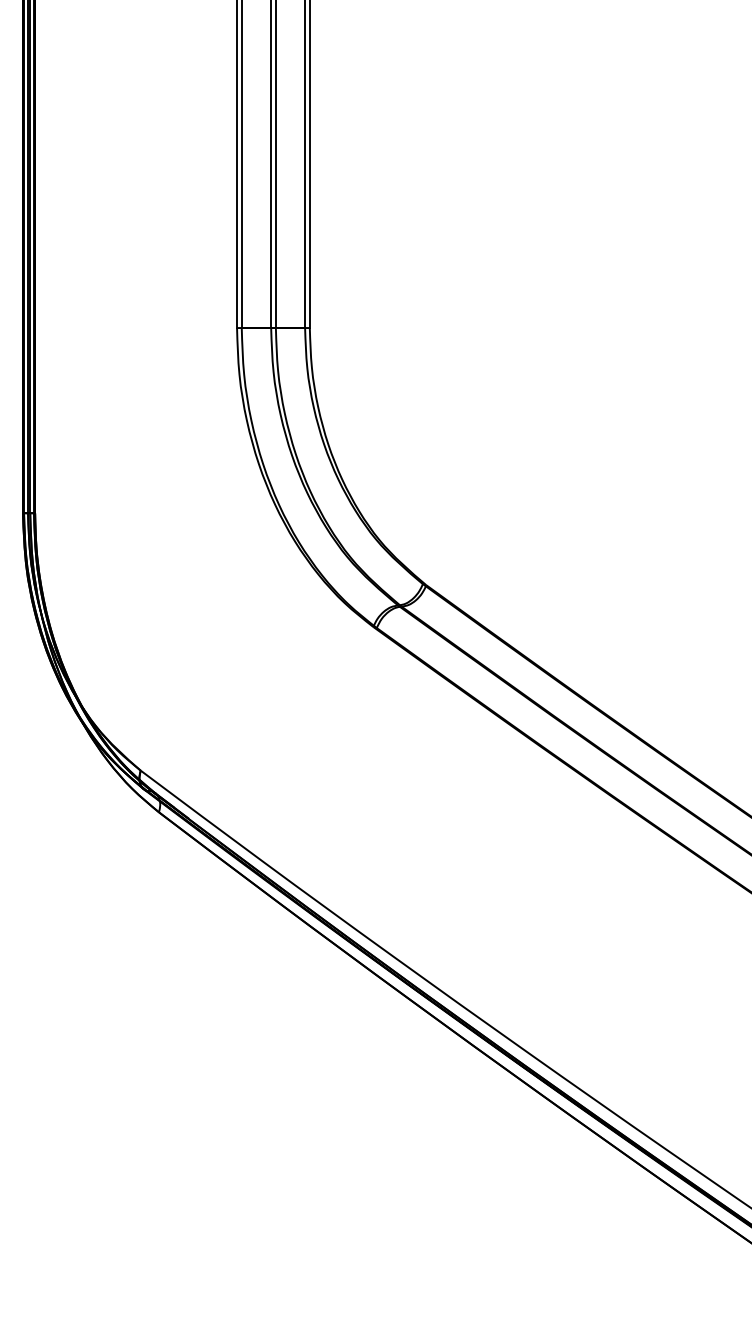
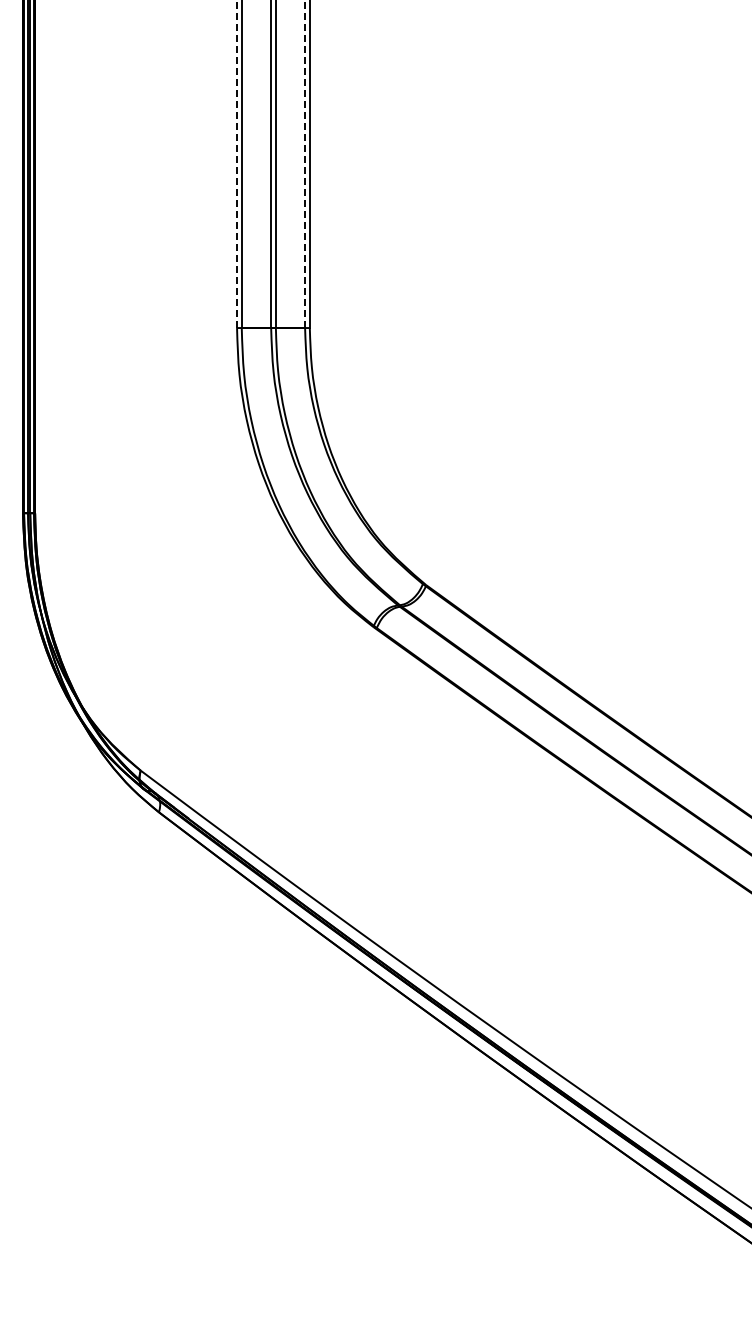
line at (237, 164): solid -> dashed
line at (305, 164): solid -> dashed
